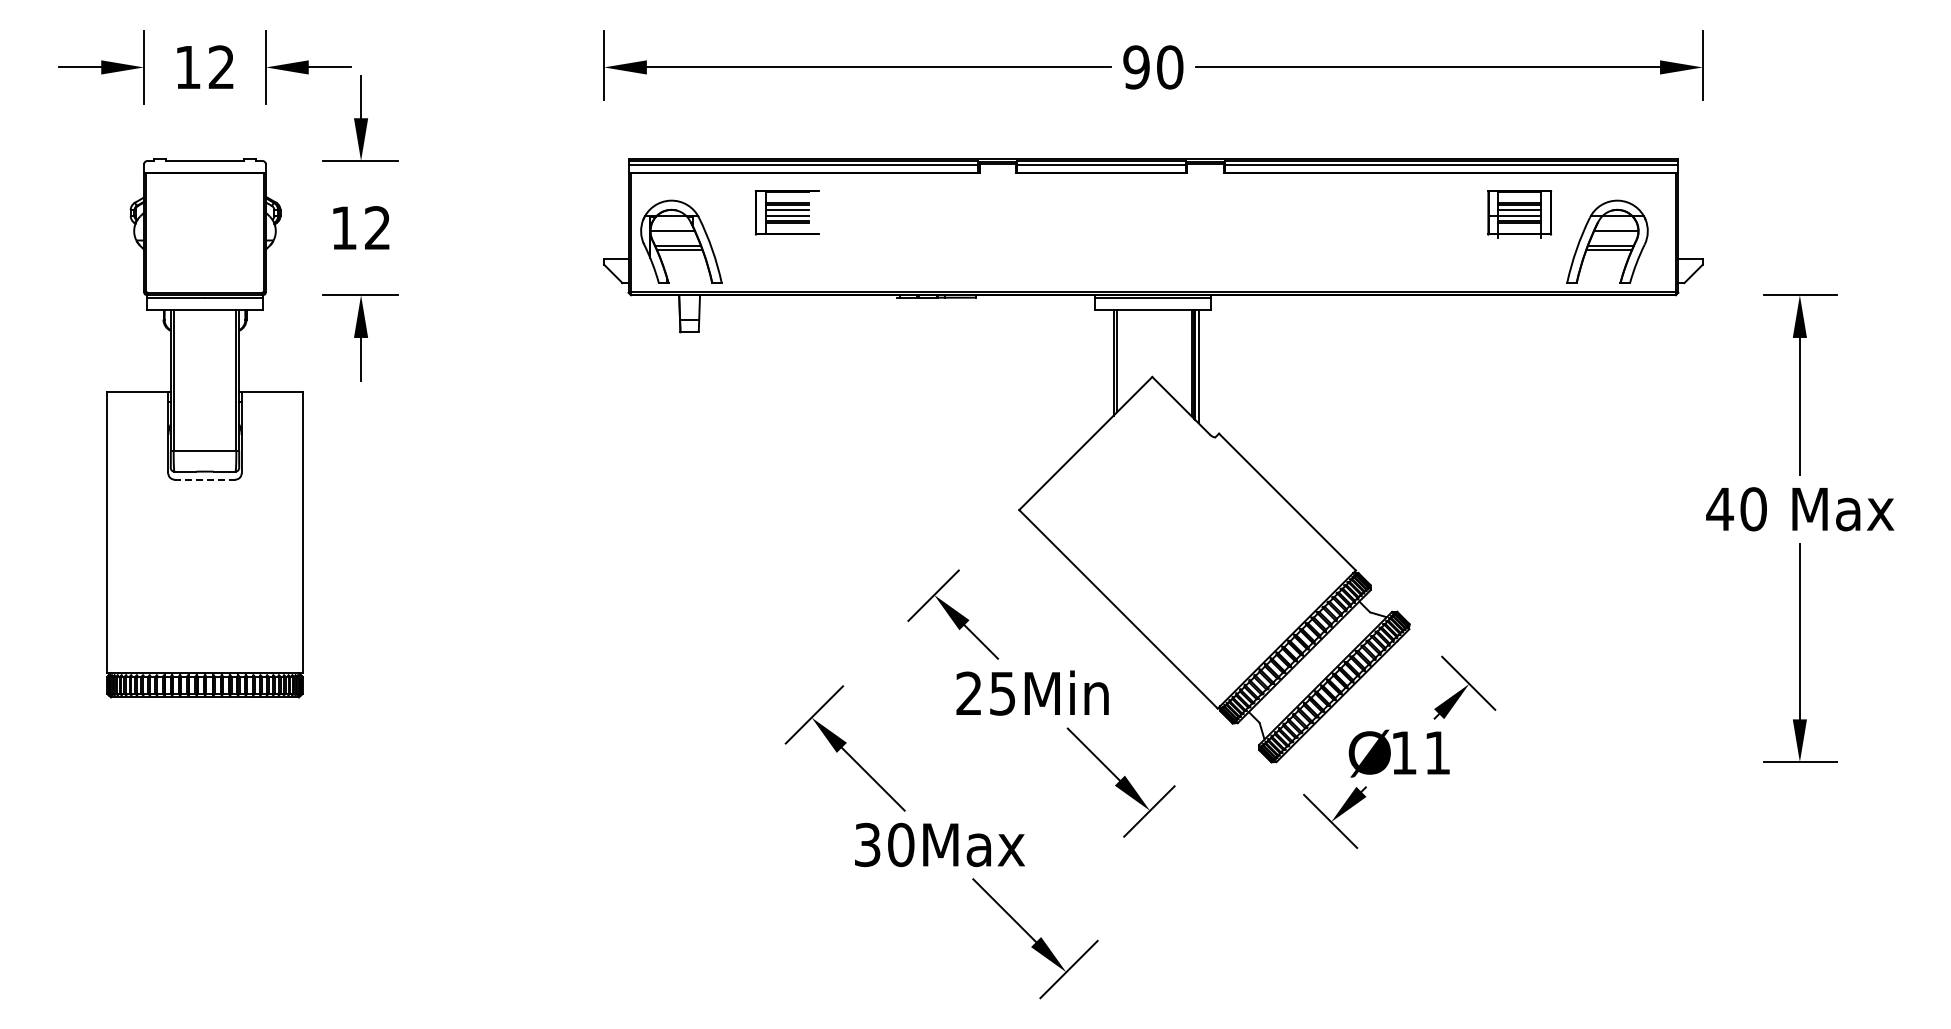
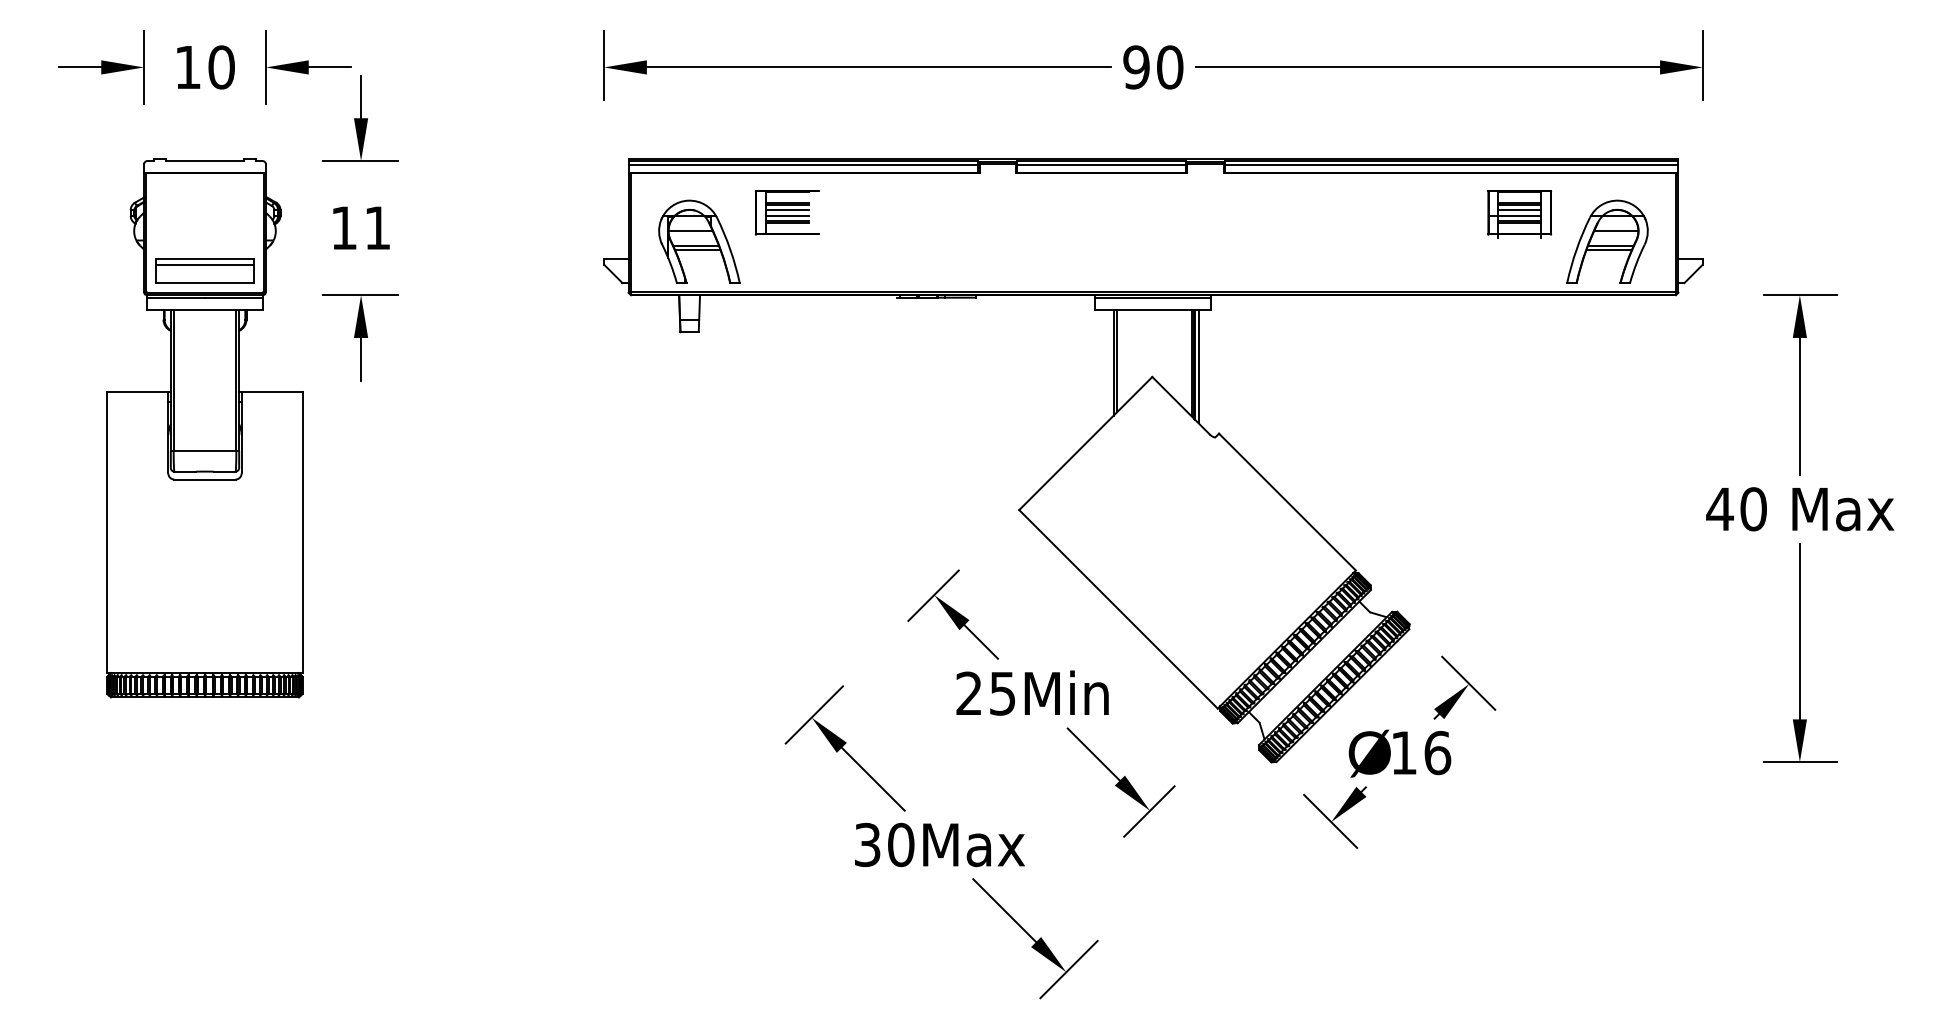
text at (221, 67): 12 -> 10
text at (377, 227): 12 -> 11
part at (681, 241) position: (681, 241) -> (699, 241)
part at (204, 270): none -> present
line at (205, 479): dashed -> solid
text at (1437, 752): 11 -> 16
